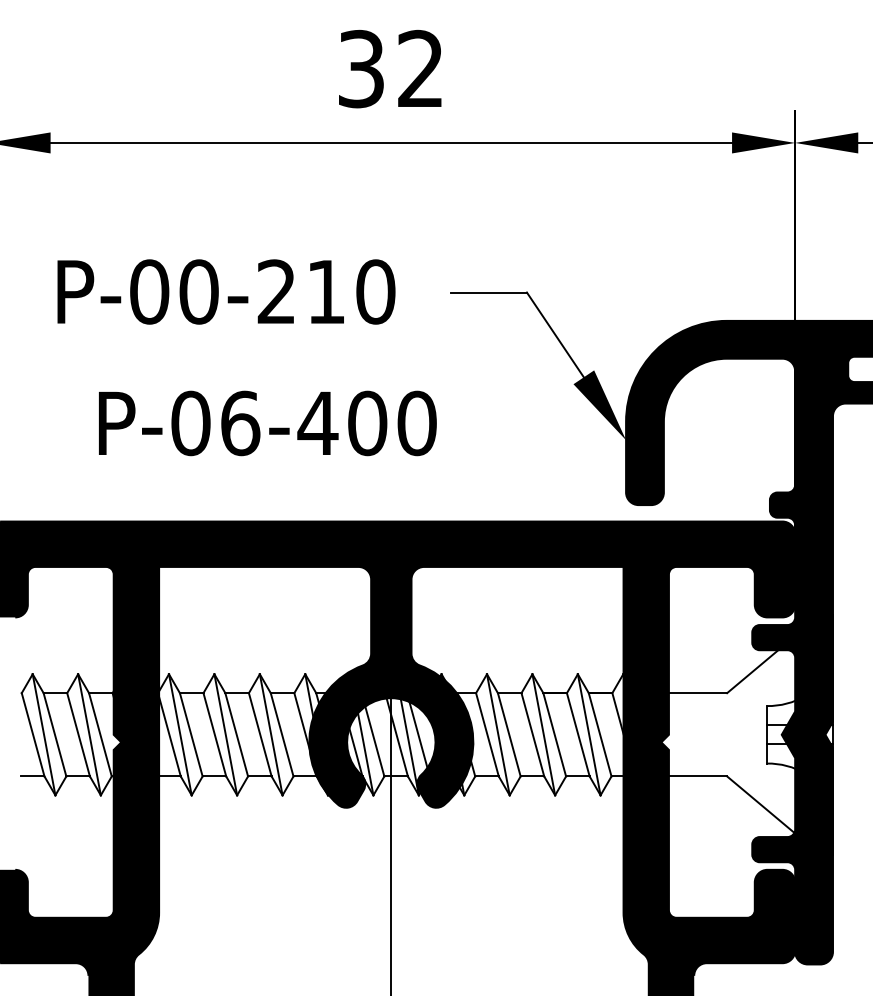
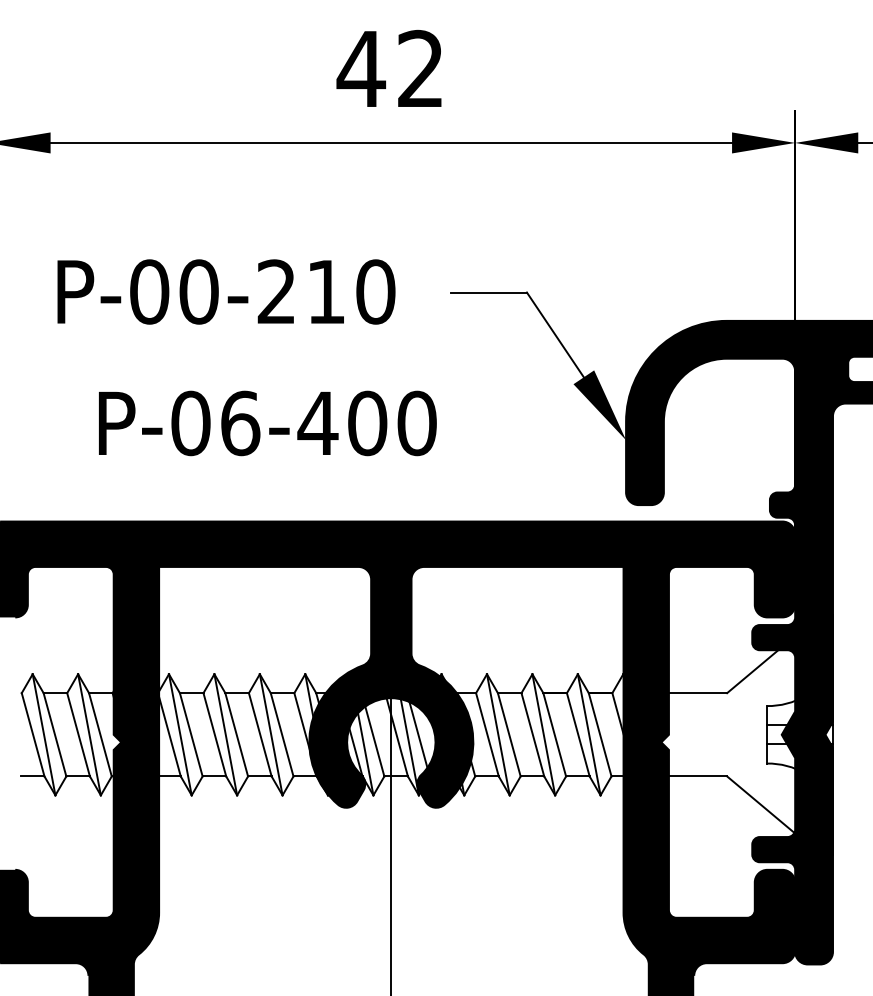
text at (361, 68): 32 -> 42
